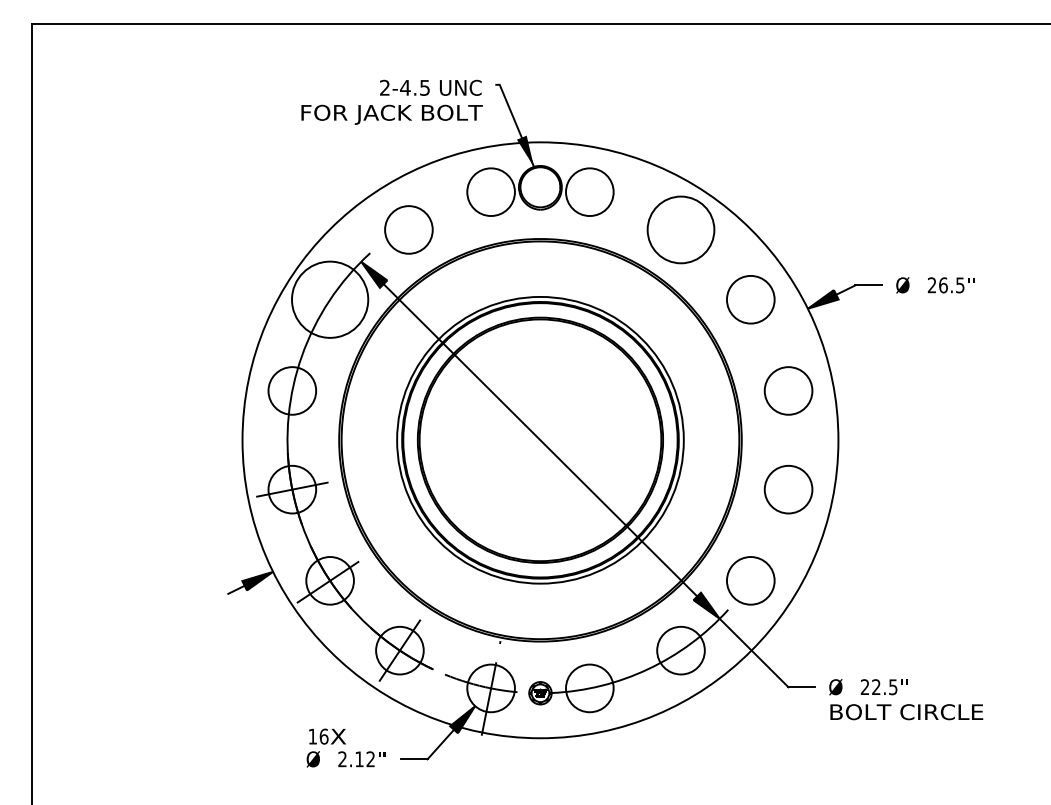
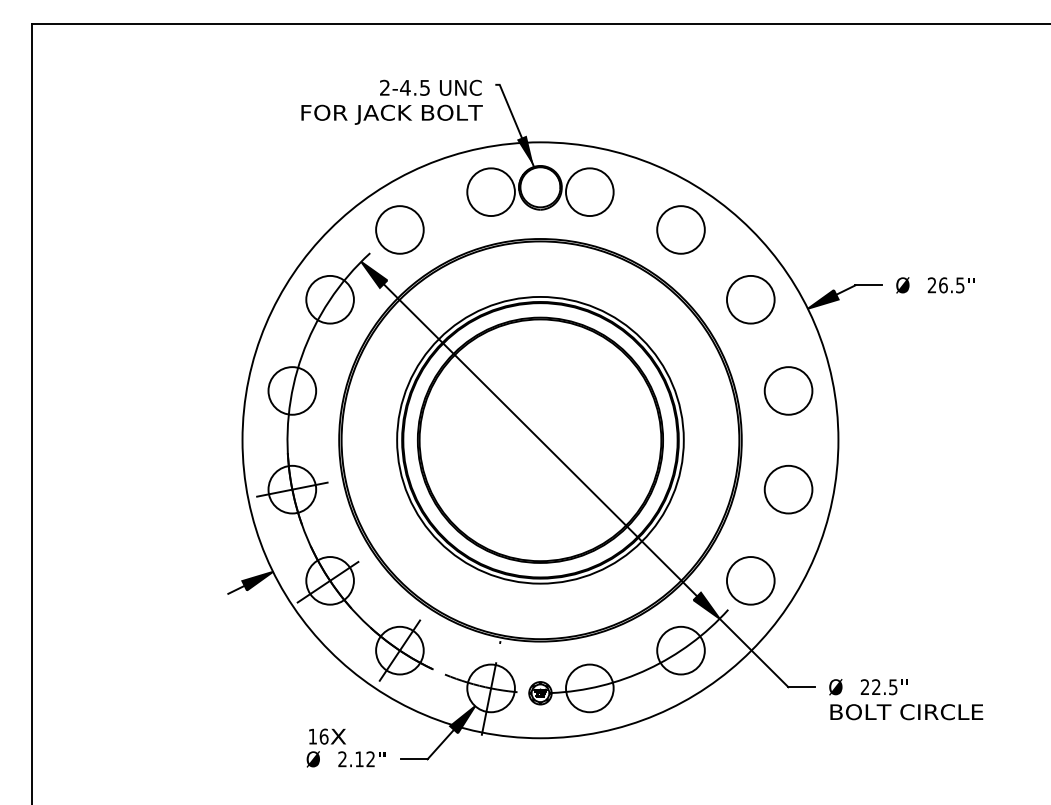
circle at (408, 229) position: (408, 229) -> (399, 229)
circle at (680, 229) diameter: 67 px -> 48 px
circle at (330, 299) diameter: 76 px -> 48 px
